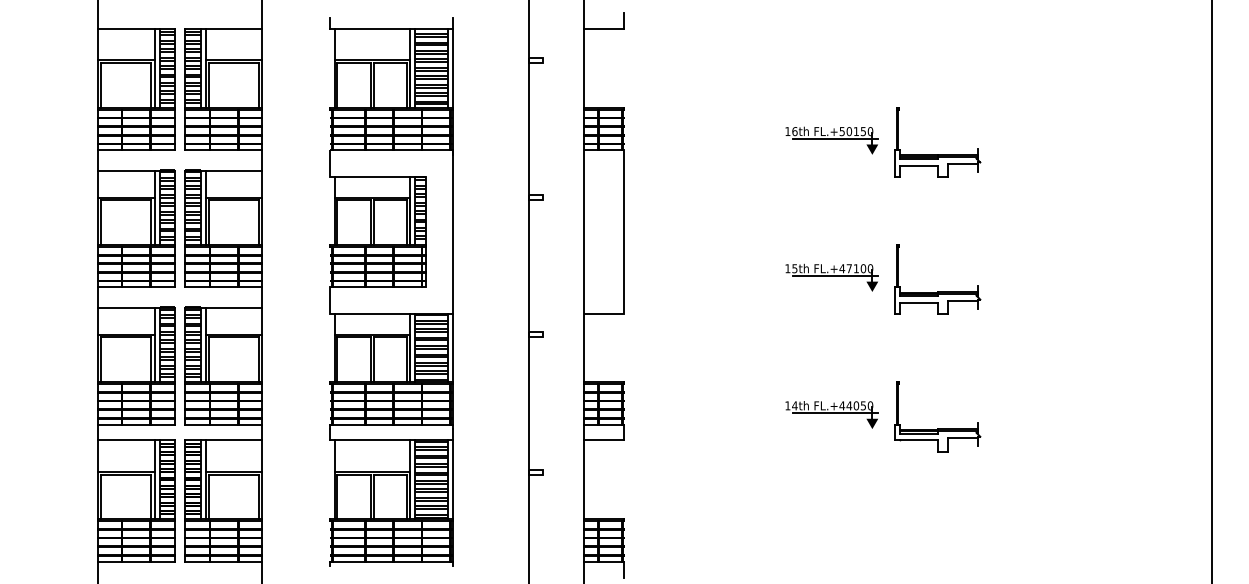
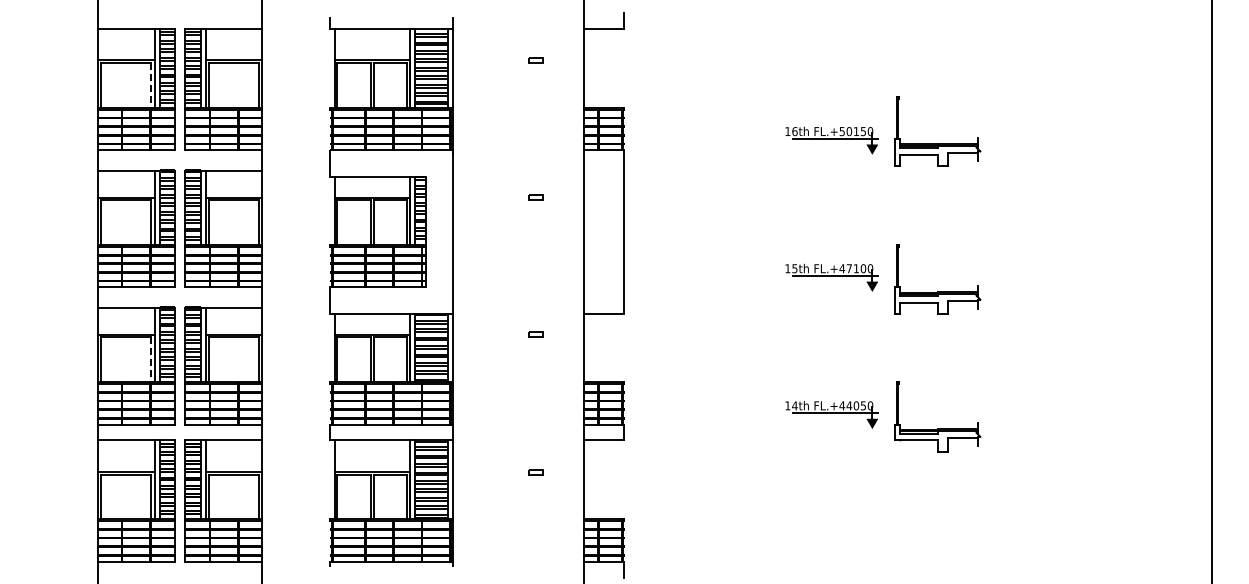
line at (150, 85): solid -> dashed
part at (937, 154) position: (937, 154) -> (937, 143)
line at (529, 291): present -> none
line at (150, 360): solid -> dashed
